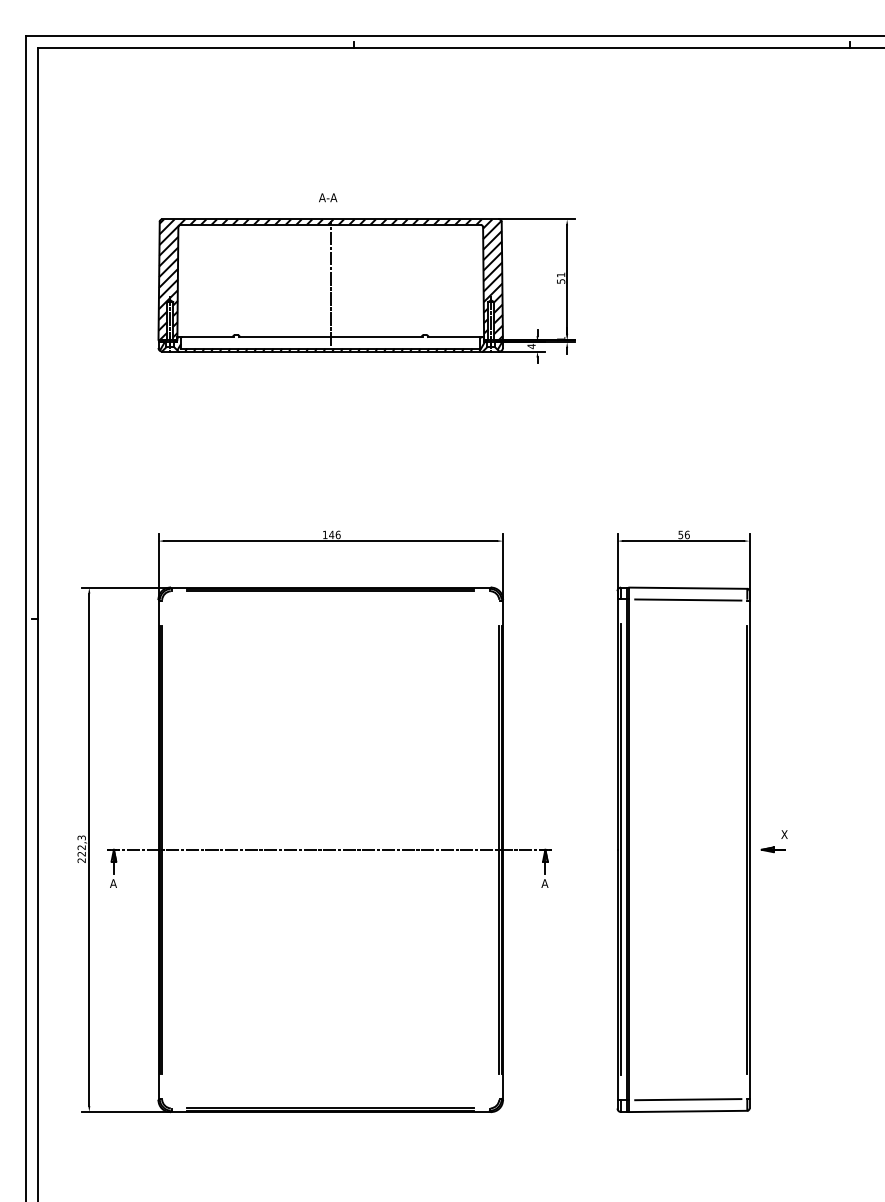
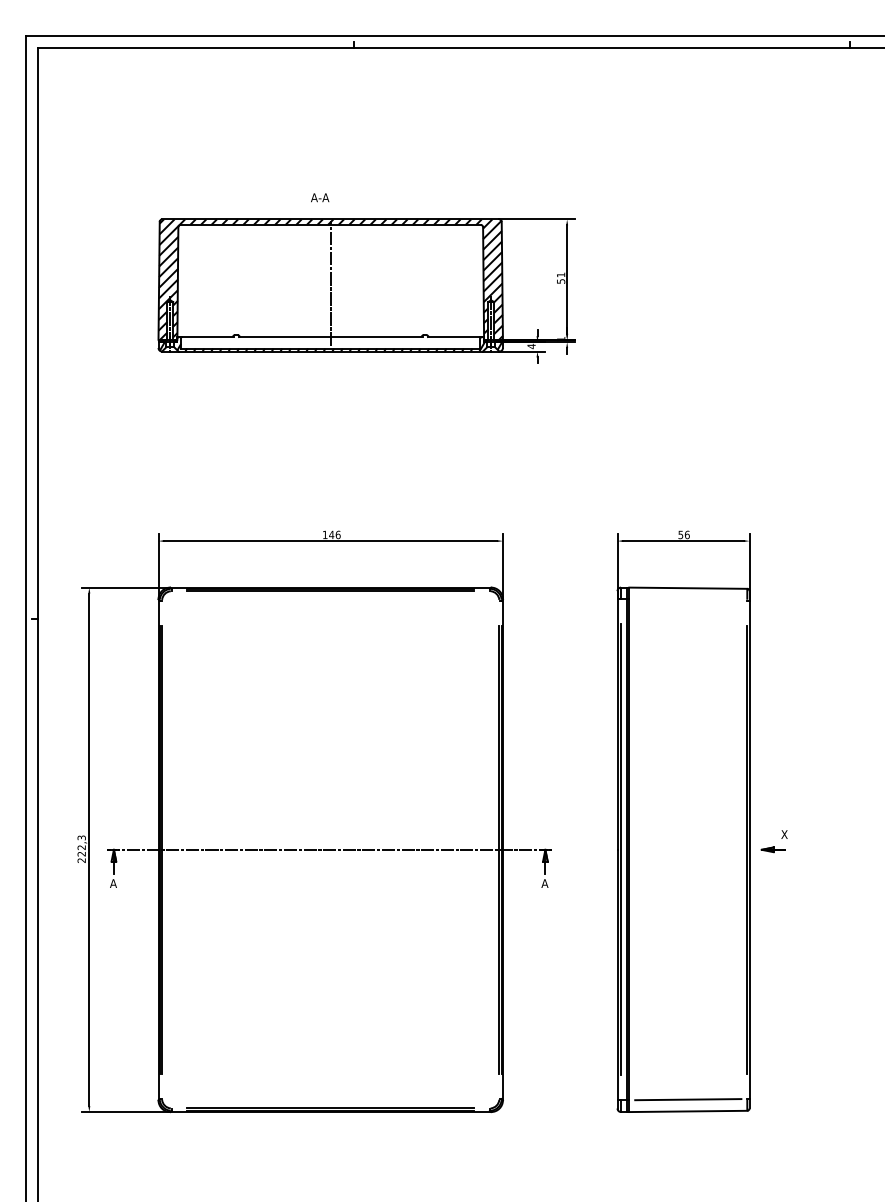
text at (328, 197) position: (328, 197) -> (320, 197)
line at (688, 599): present -> none
